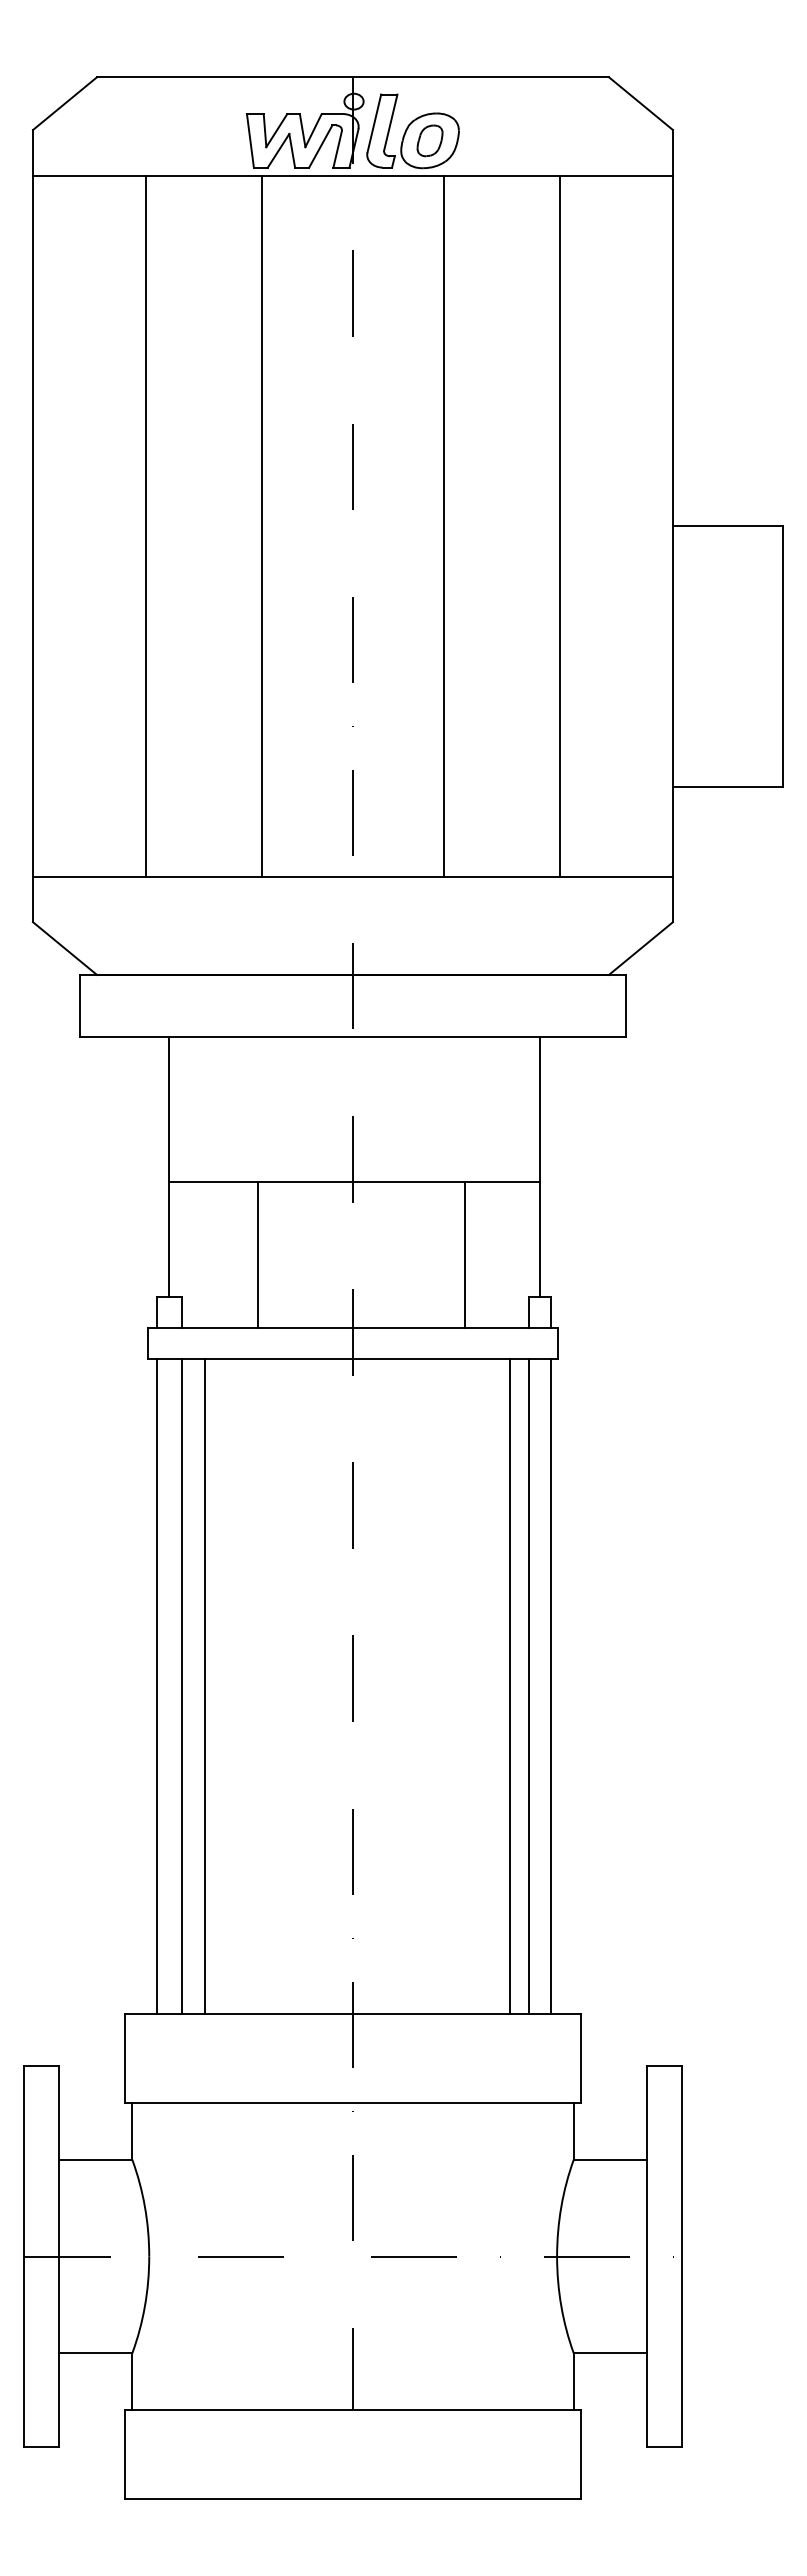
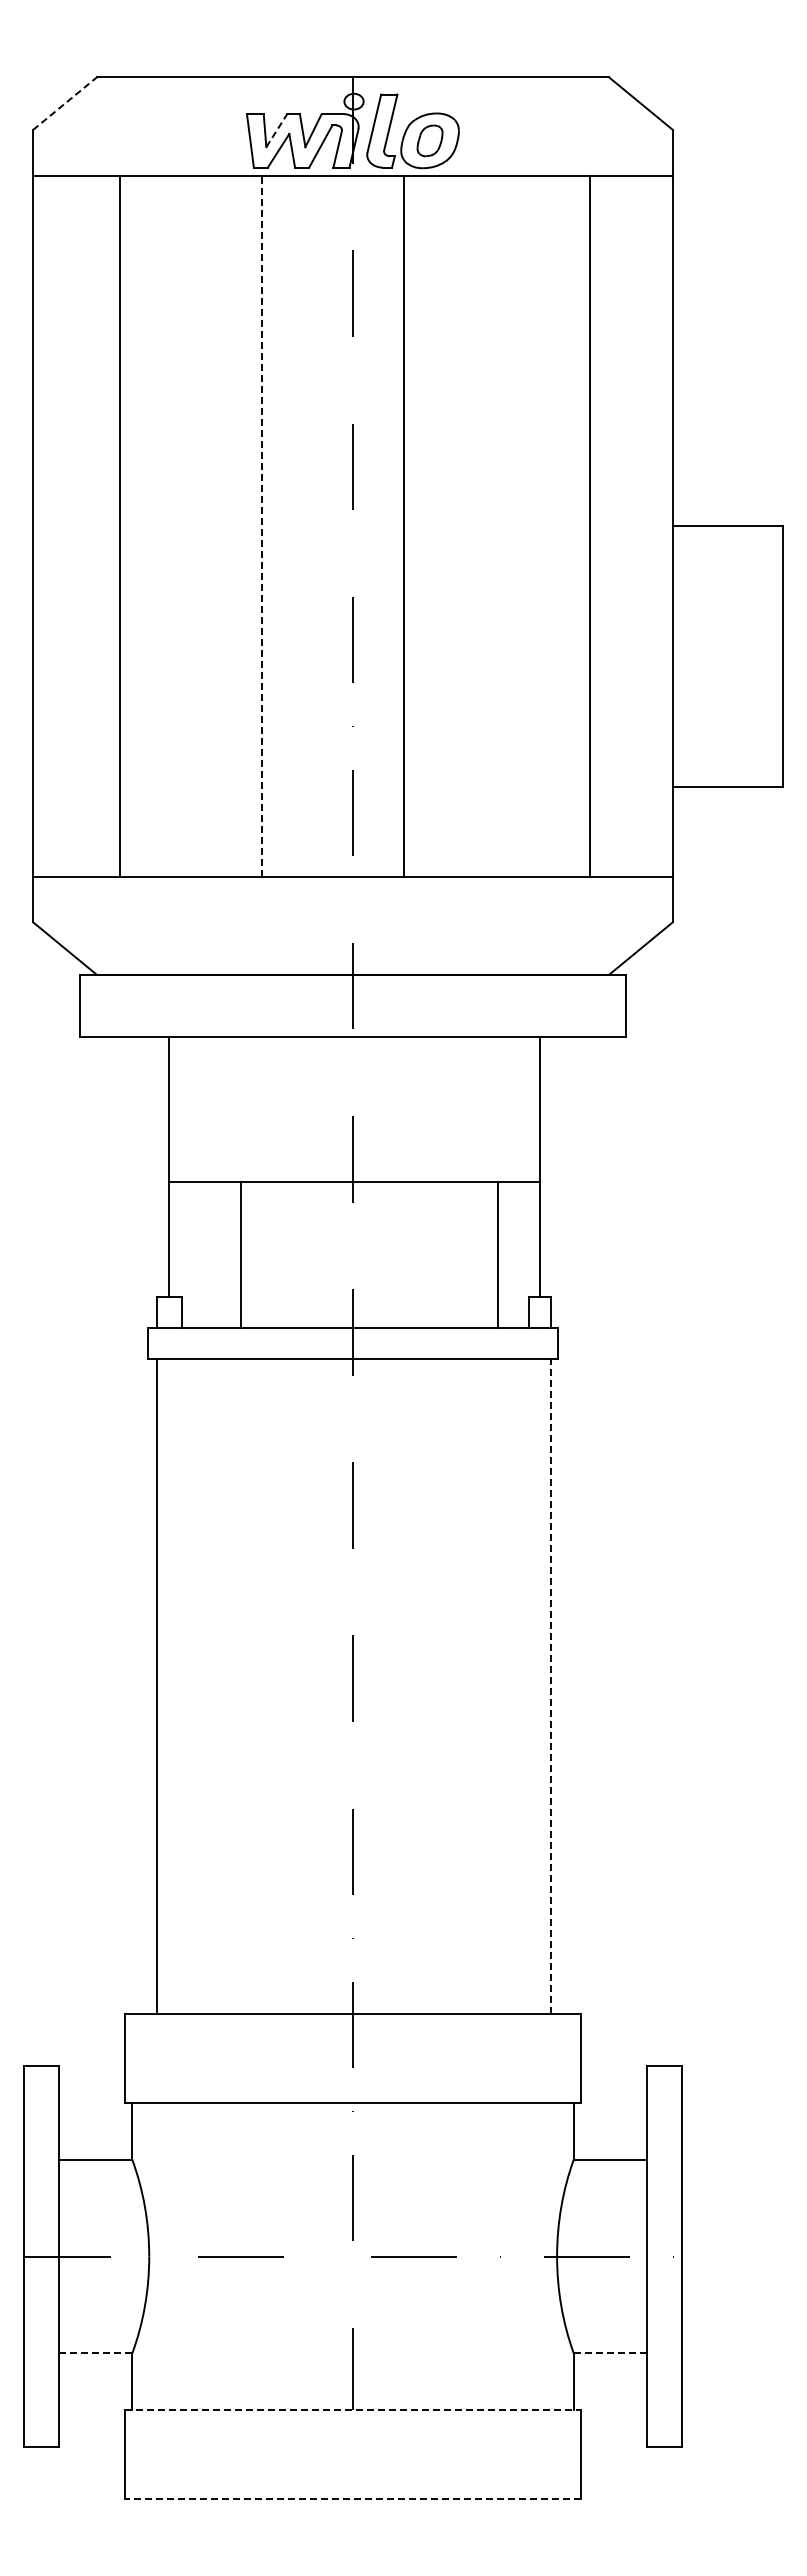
line at (65, 103): solid -> dashed
line at (276, 130): solid -> dashed
line at (146, 525) position: (146, 525) -> (120, 525)
line at (262, 525): solid -> dashed
line at (443, 525) position: (443, 525) -> (403, 525)
line at (559, 525) position: (559, 525) -> (589, 525)
line at (257, 1254) position: (257, 1254) -> (240, 1254)
line at (465, 1254) position: (465, 1254) -> (498, 1254)
line at (181, 1686): present -> none
line at (205, 1686): present -> none
line at (509, 1686): present -> none
line at (529, 1686): present -> none
line at (550, 1686): solid -> dashed
line at (95, 2353): solid -> dashed
line at (610, 2353): solid -> dashed
line at (353, 2410): solid -> dashed
line at (352, 2498): solid -> dashed
